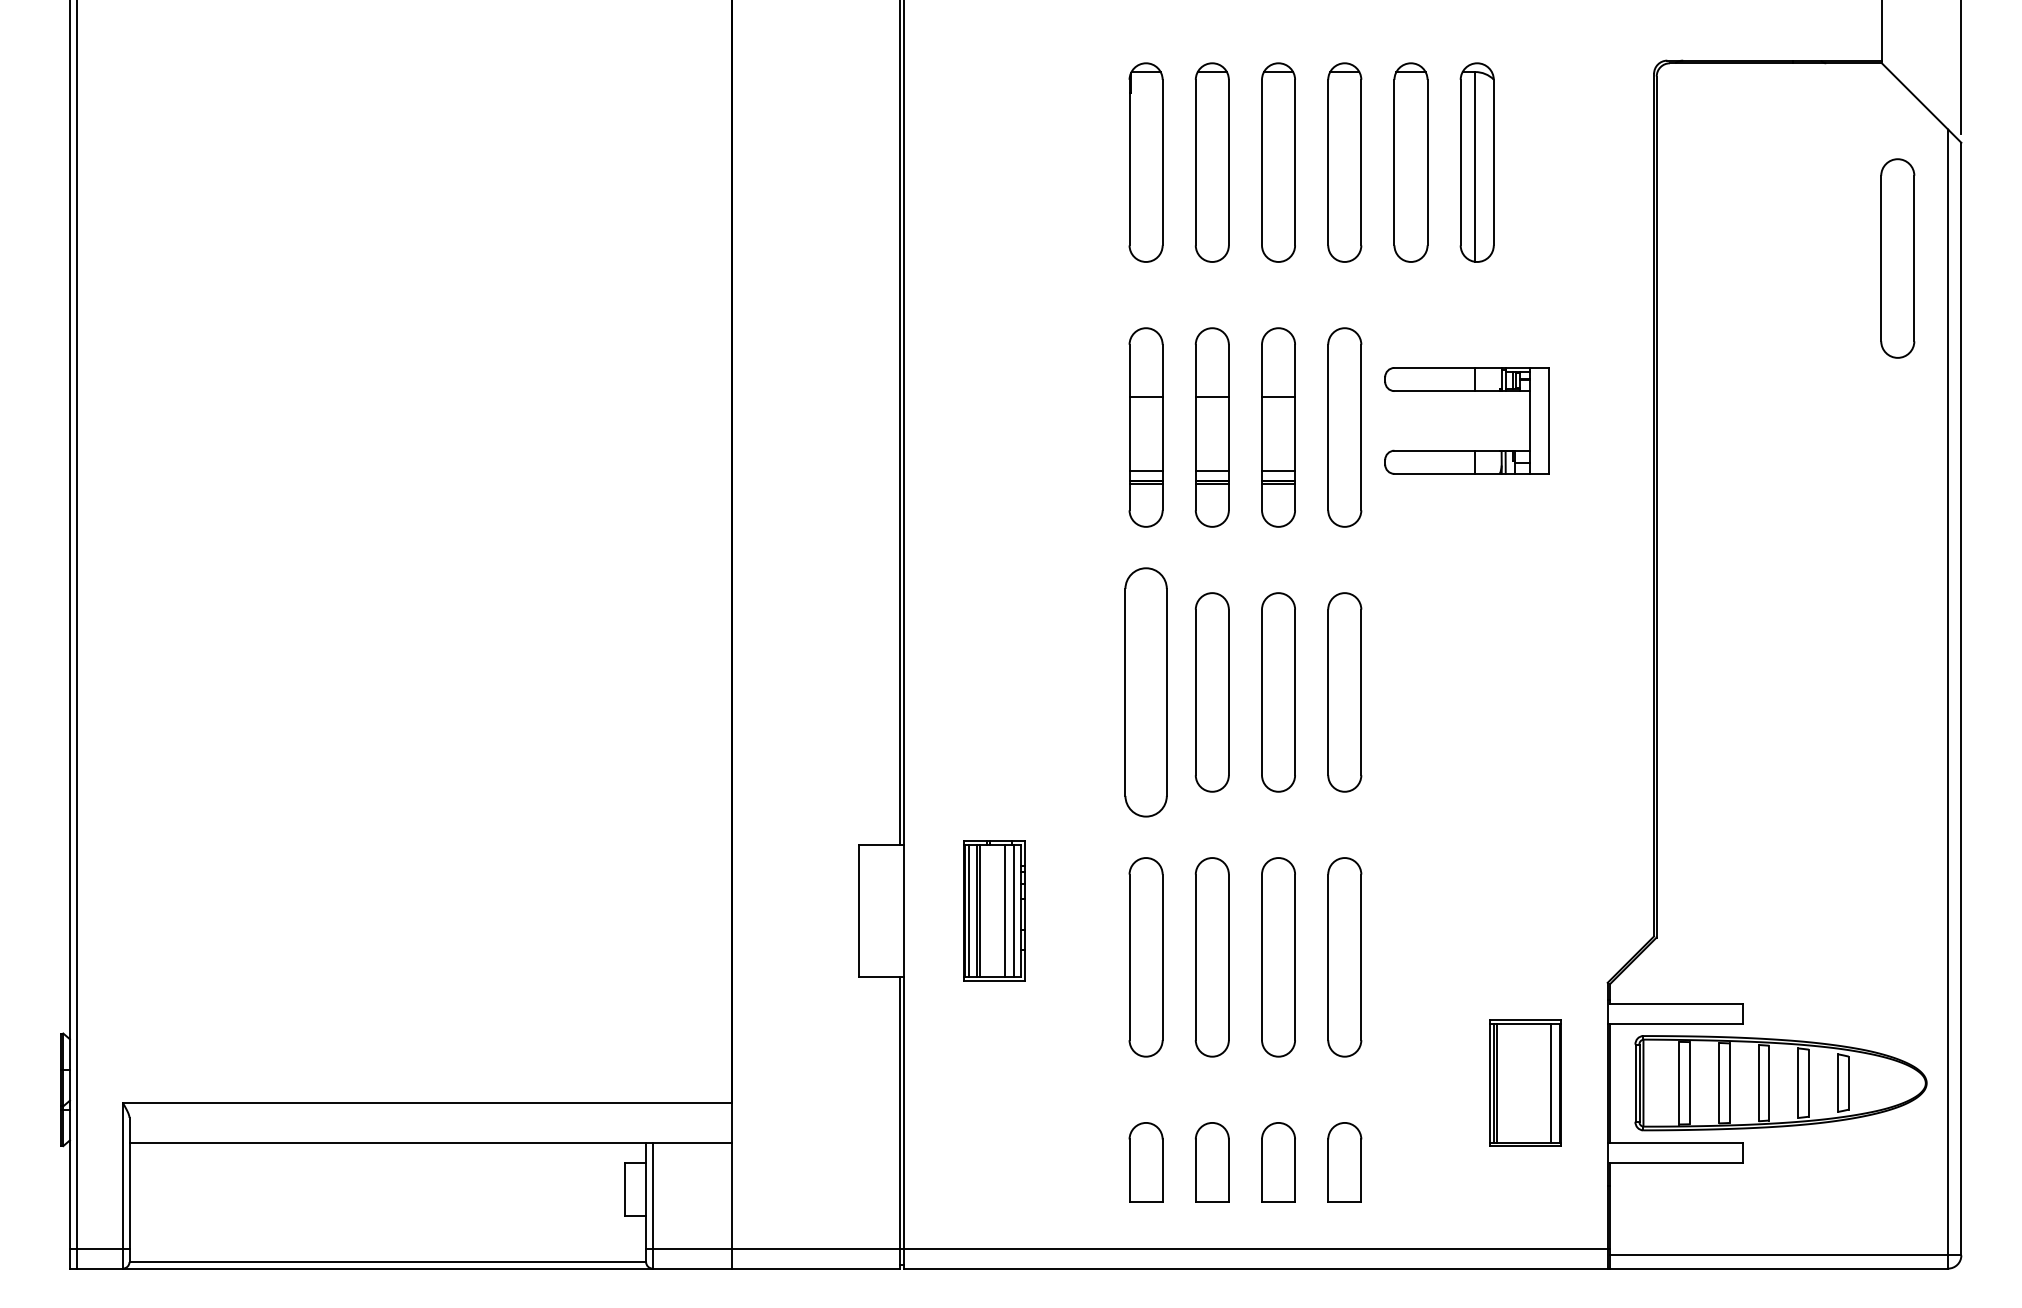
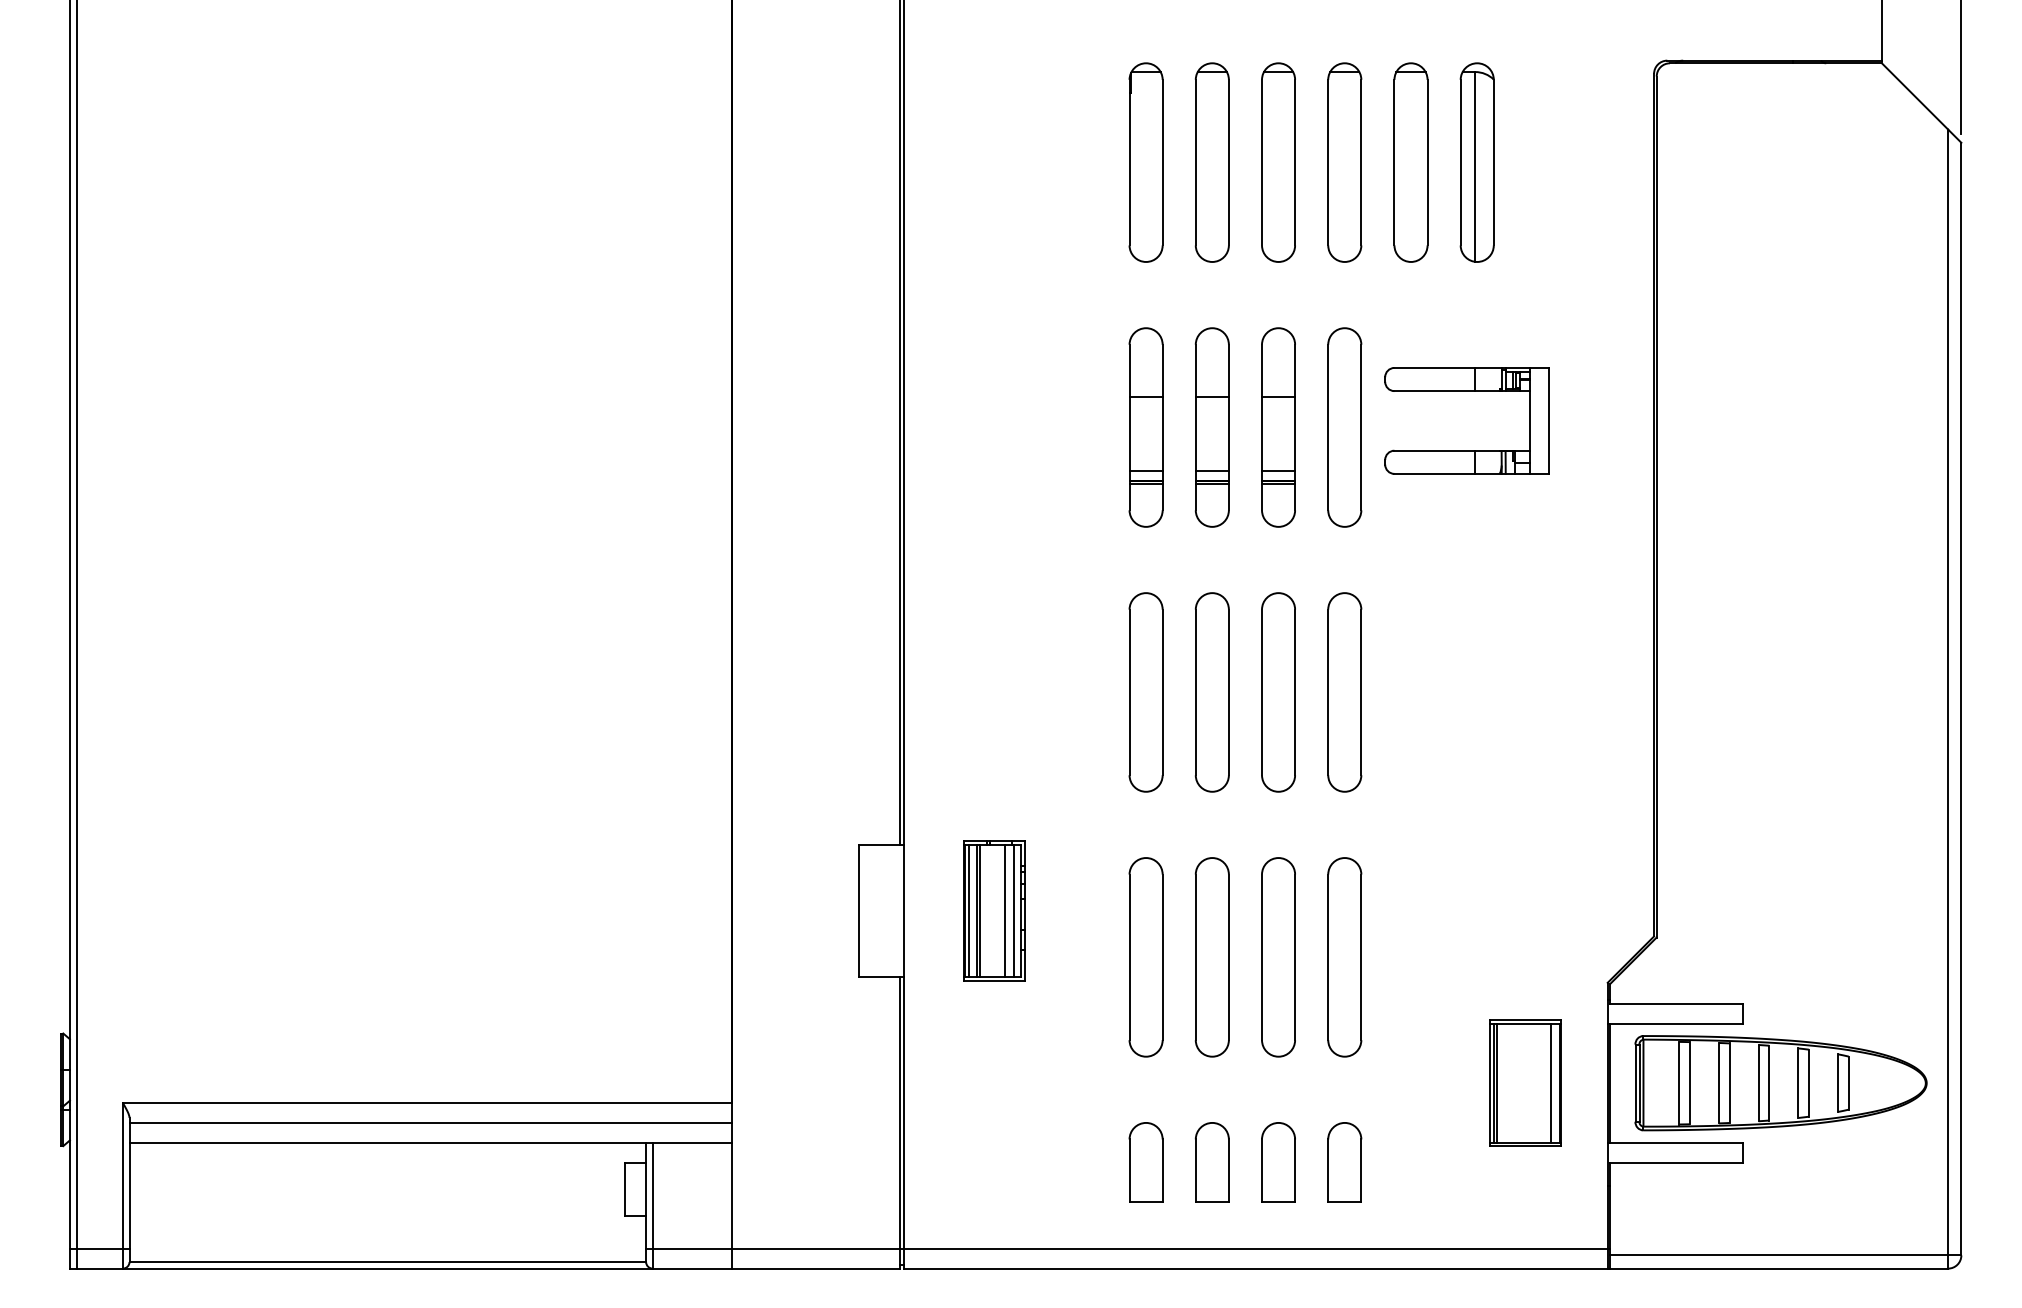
part at (1897, 258): present -> none
part at (1145, 692) size: 44x251 px -> 36x201 px
line at (430, 1122): none -> present
